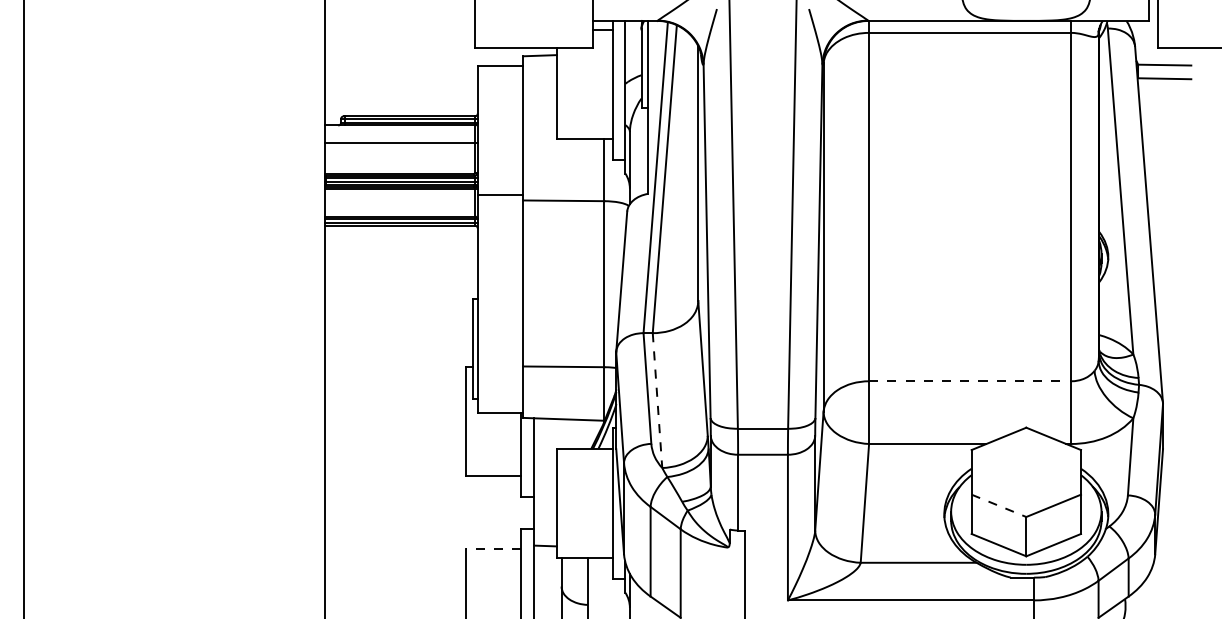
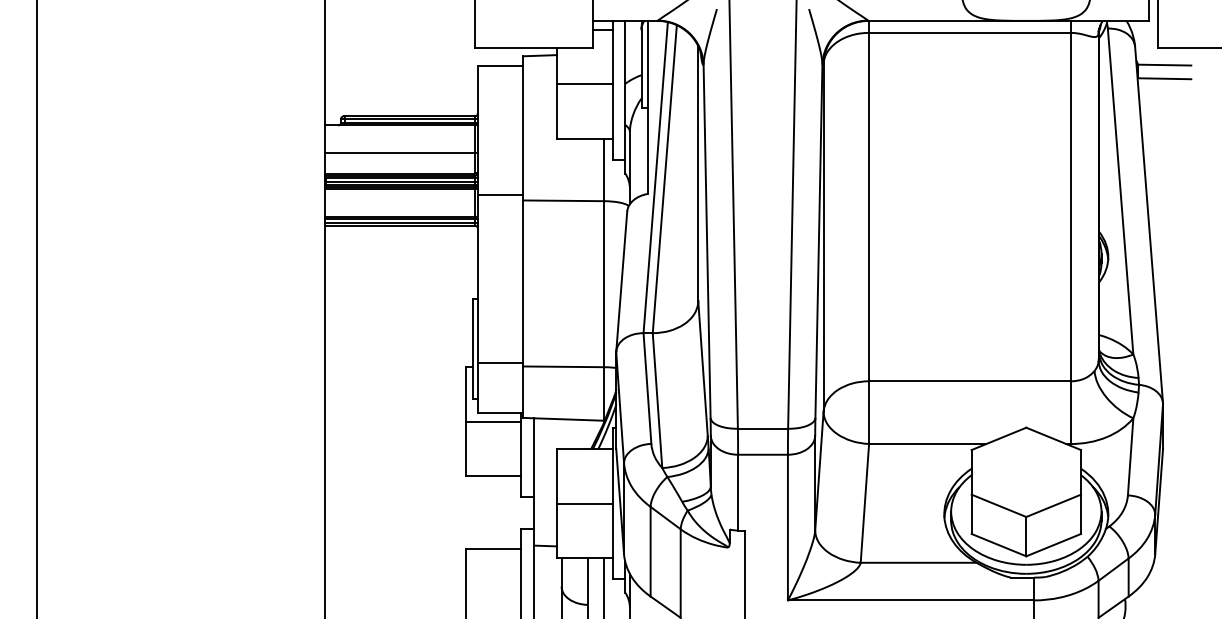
line at (584, 84): none -> present
line at (400, 142) position: (400, 142) -> (400, 152)
line at (23, 308) position: (23, 308) -> (36, 308)
line at (500, 363): none -> present
line at (970, 381): dashed -> solid
line at (657, 400): dashed -> solid
line at (493, 421): none -> present
line at (584, 503): none -> present
line at (998, 505): dashed -> solid
line at (493, 549): dashed -> solid
line at (603, 586): none -> present
